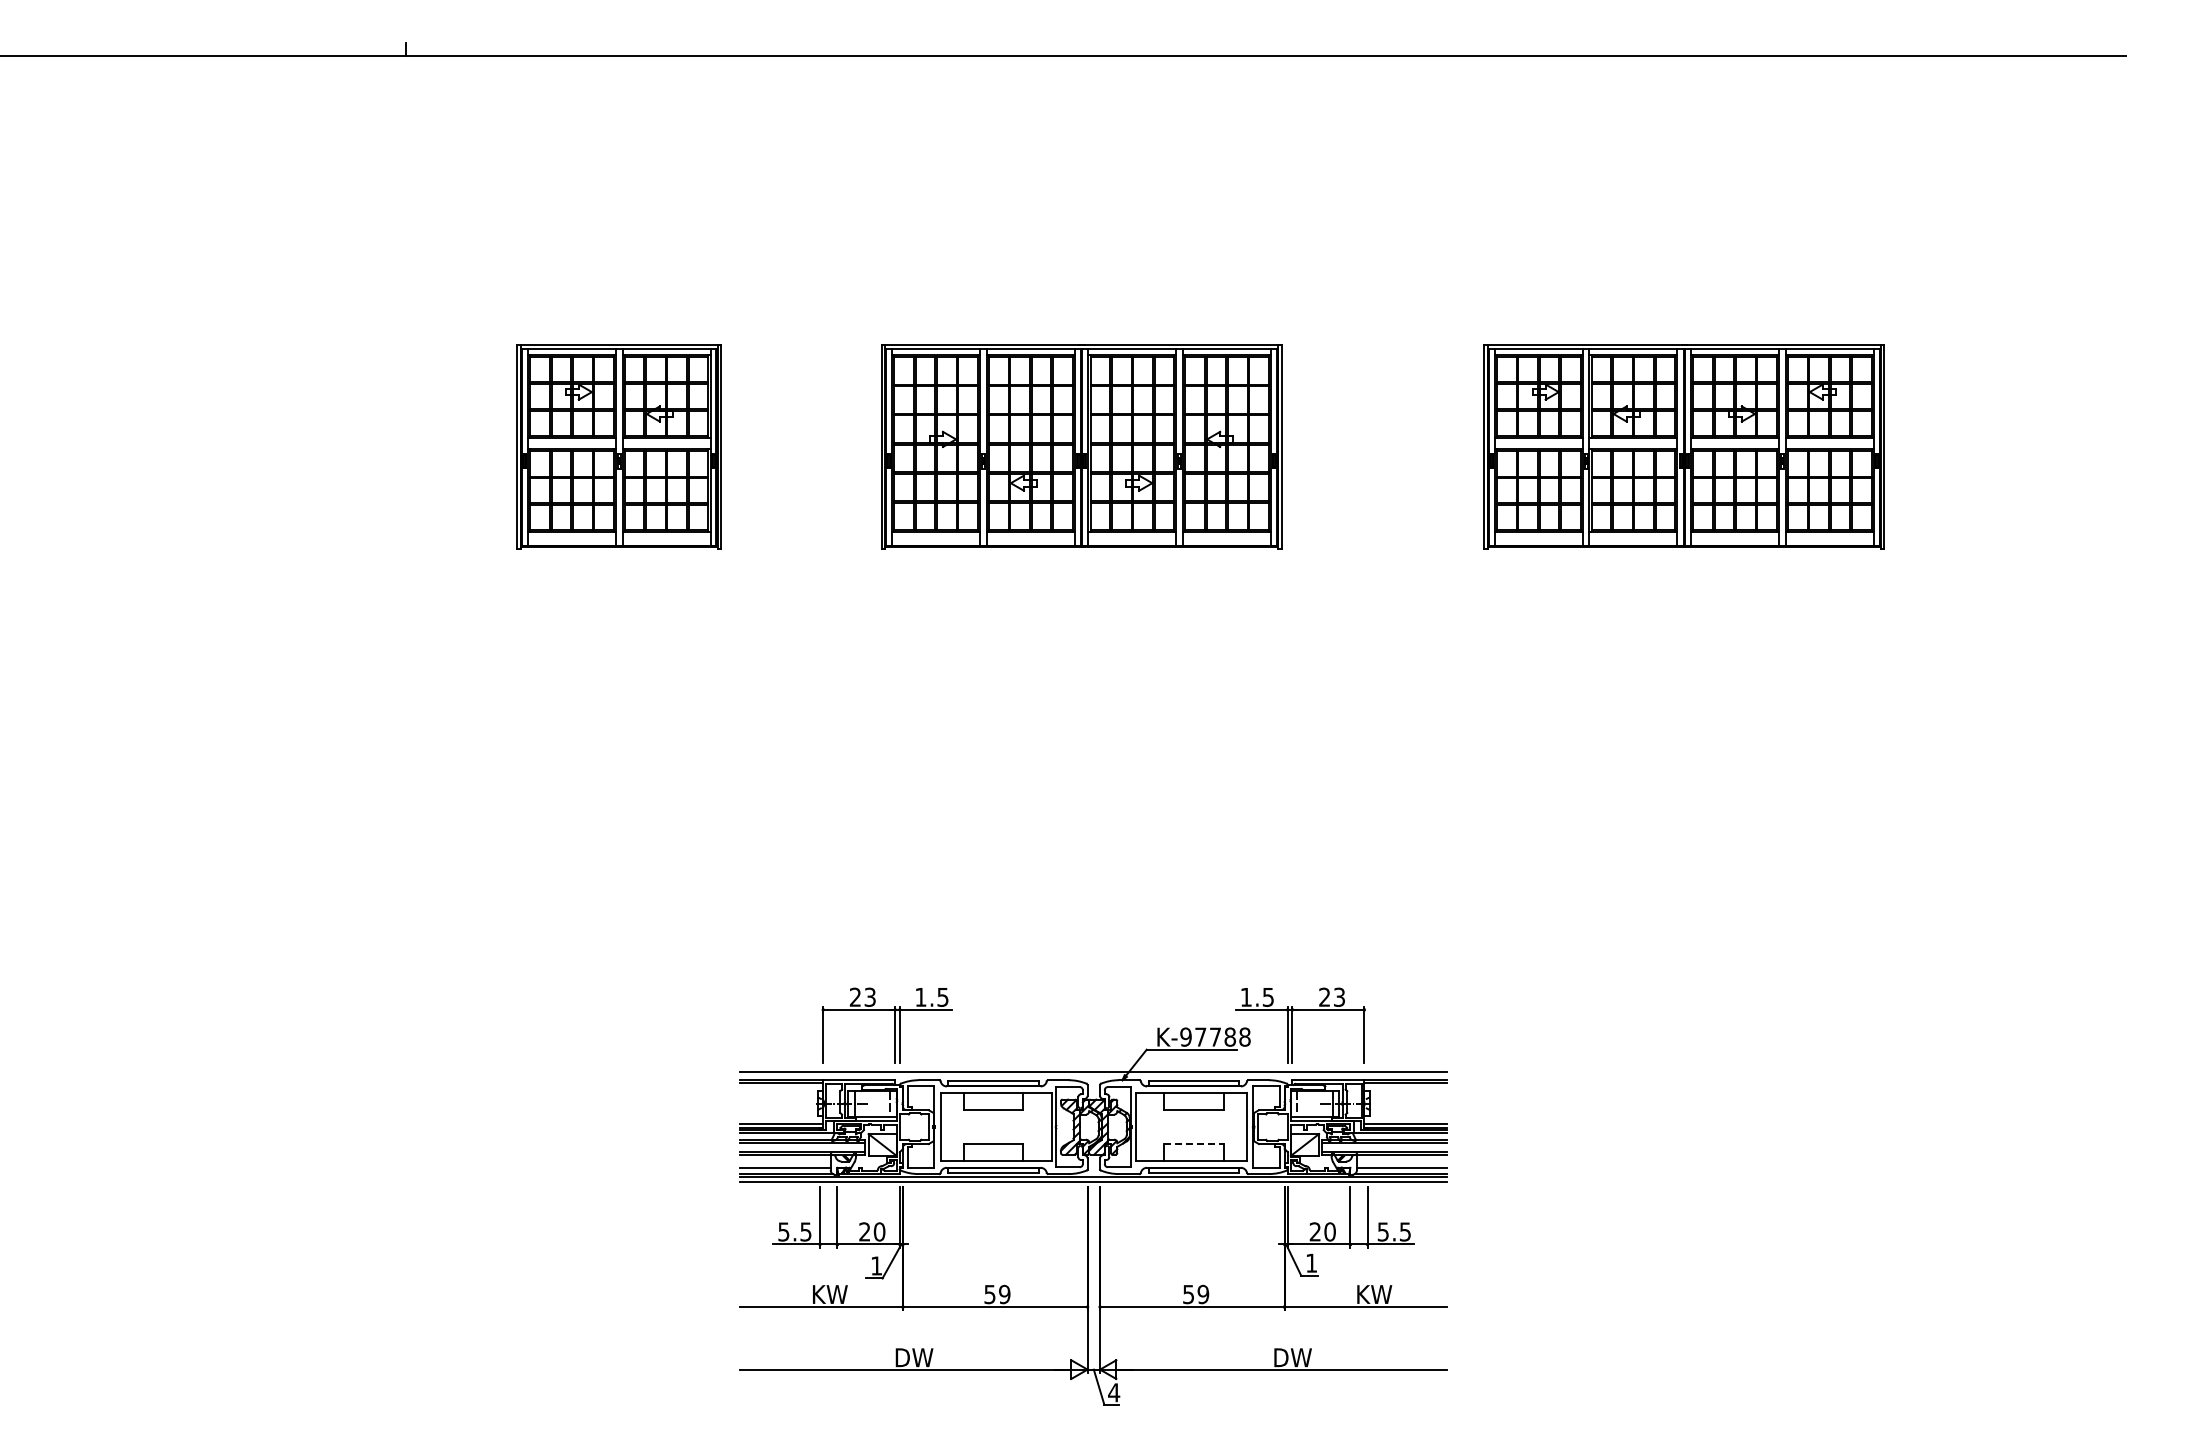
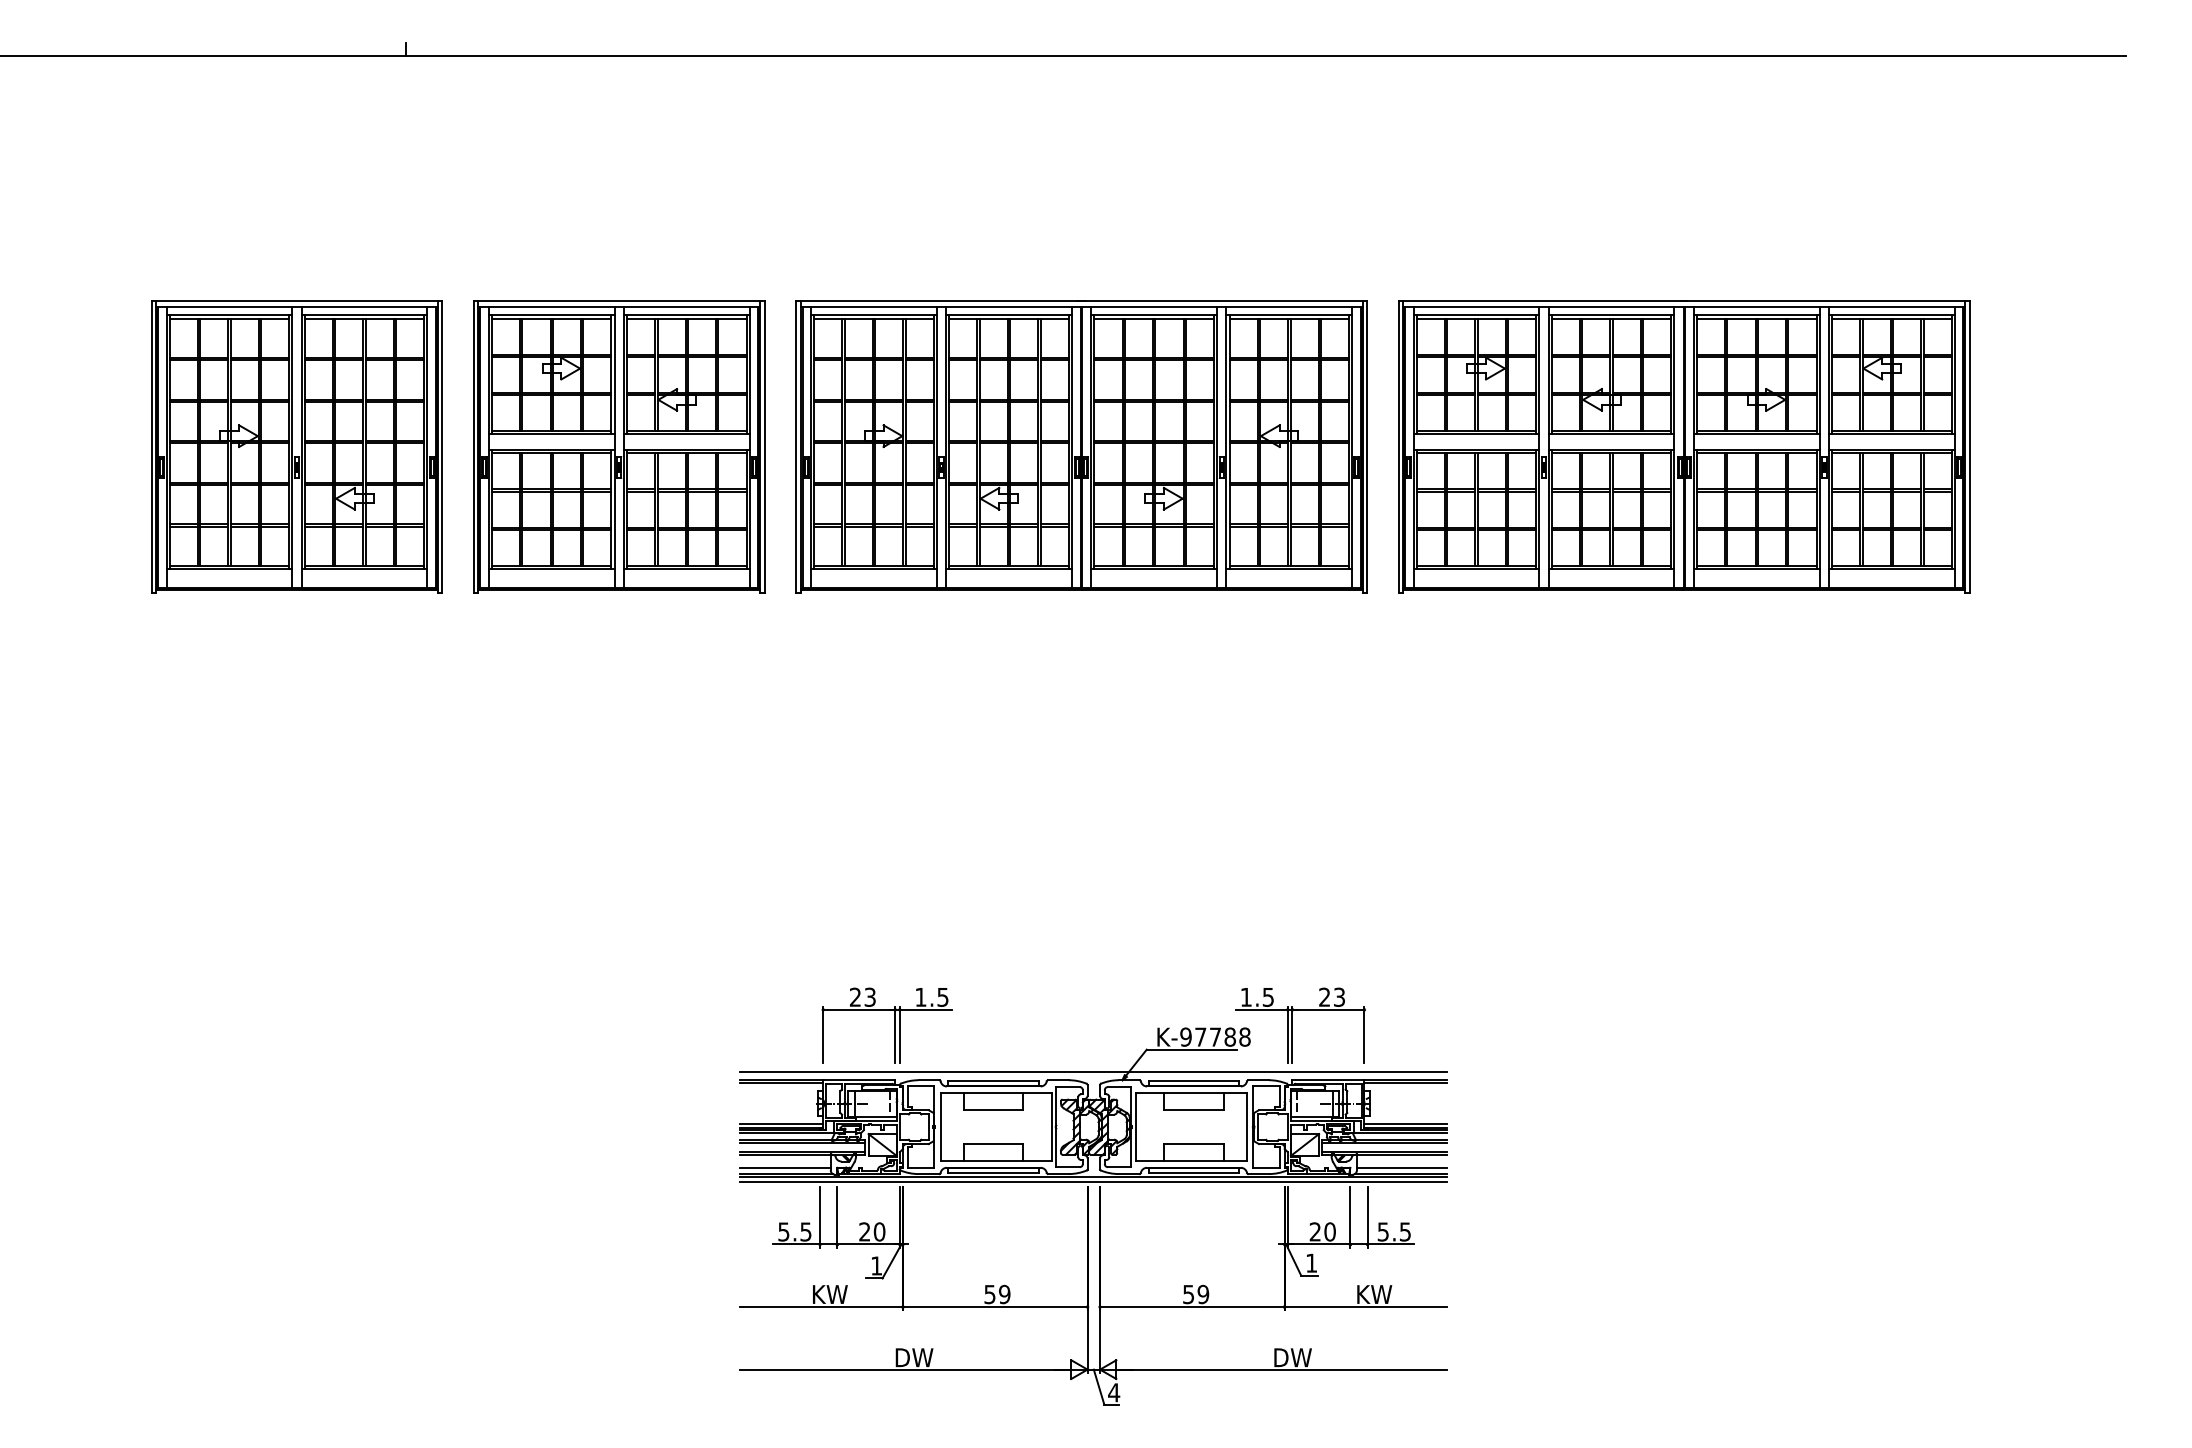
part at (296, 446): none -> present
part at (618, 446) size: 206x206 px -> 293x294 px
part at (1081, 446) size: 402x206 px -> 573x294 px
part at (1683, 446) size: 402x206 px -> 573x294 px
line at (1193, 1144): dashed -> solid
